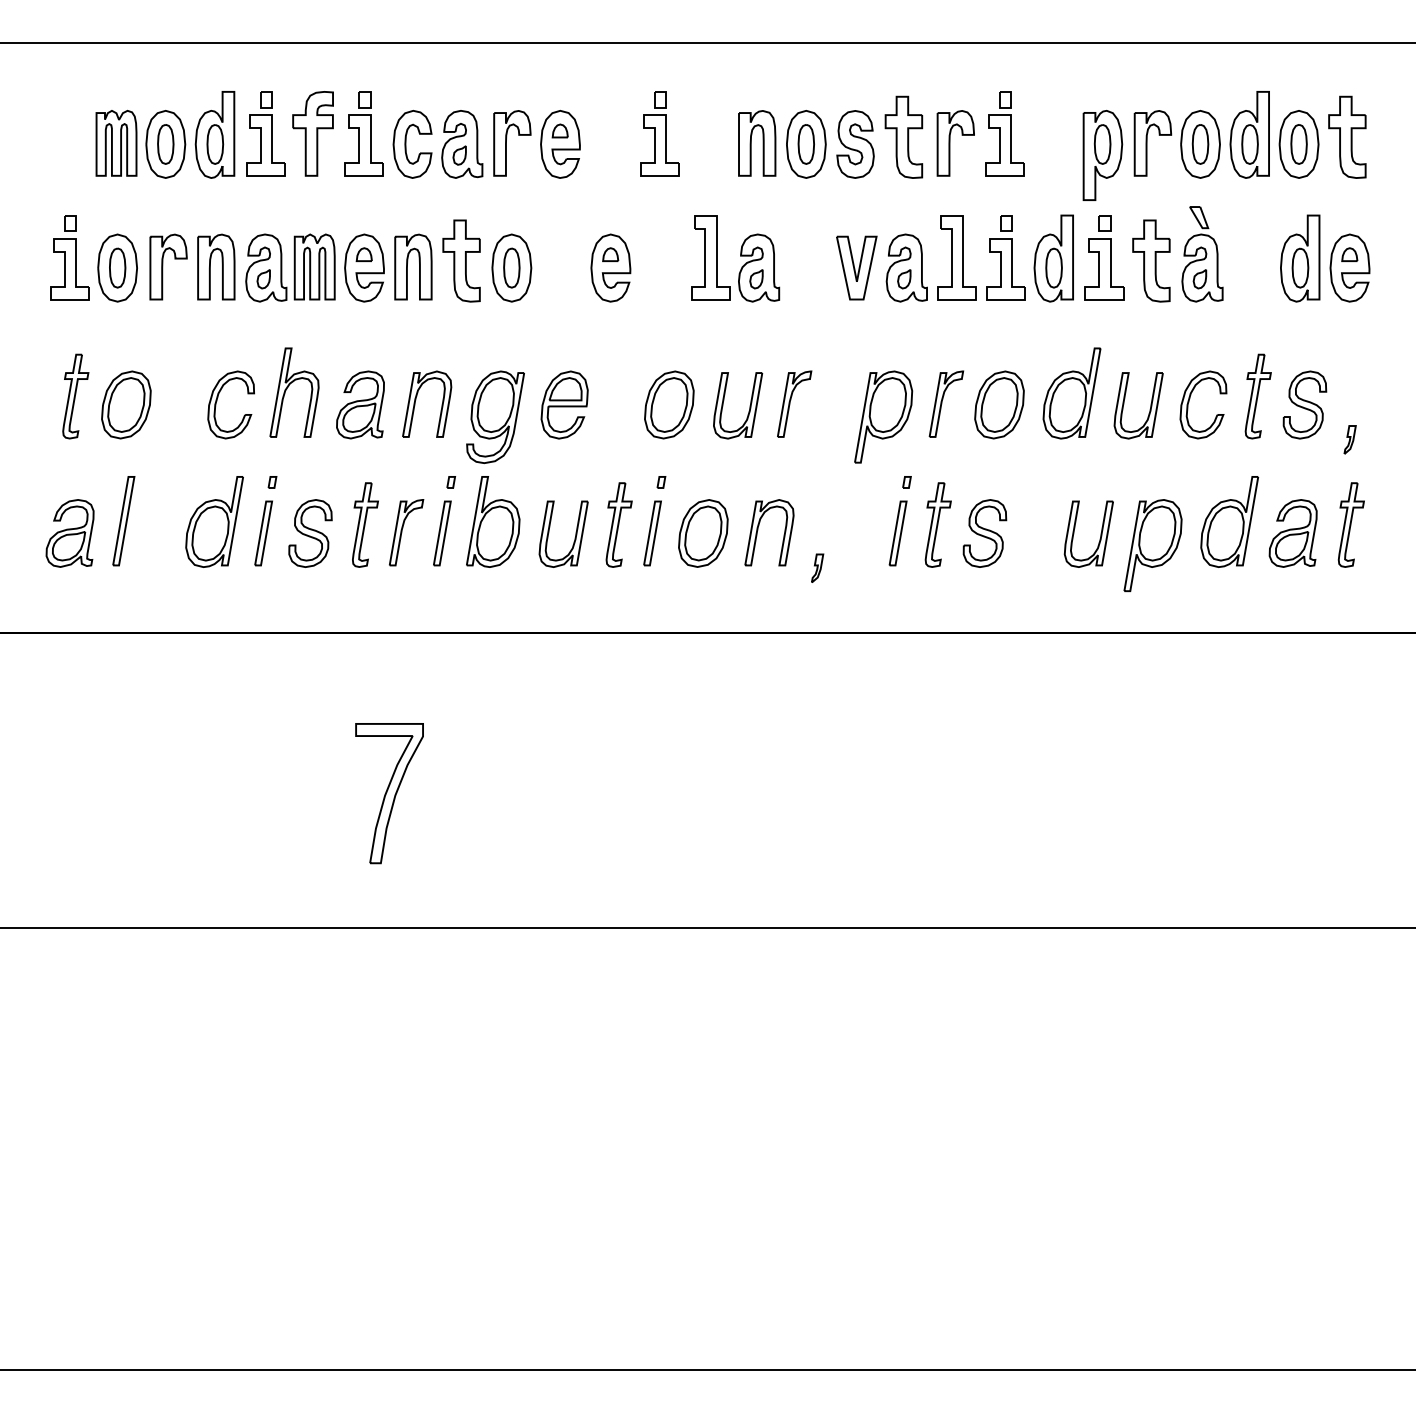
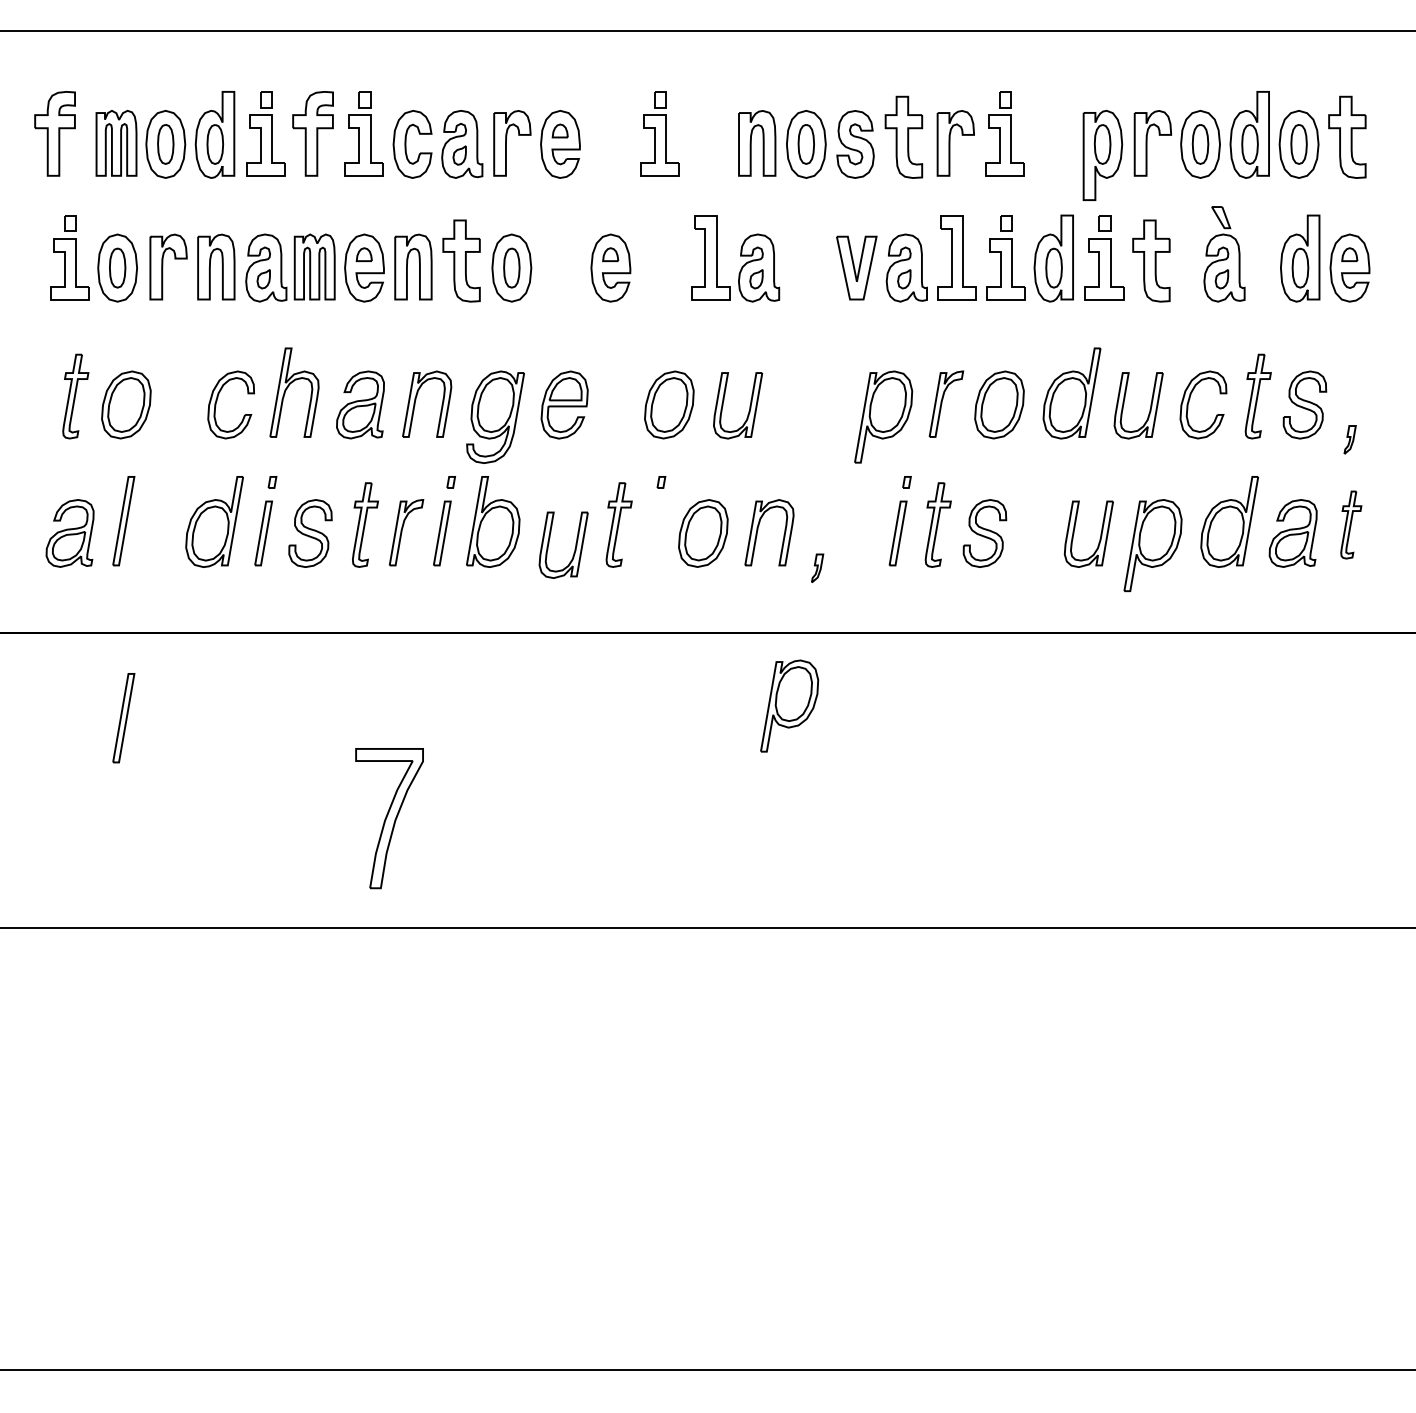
line at (707, 42) position: (707, 42) -> (707, 30)
part at (54, 133): none -> present
part at (1202, 254) position: (1202, 254) -> (1224, 254)
part at (794, 403): present -> none
part at (1350, 524) size: 28x86 px -> 23x70 px
part at (652, 533): present -> none
part at (574, 537) position: (574, 537) -> (574, 548)
part at (789, 705): none -> present
part at (123, 718): none -> present
part at (389, 793) position: (389, 793) -> (389, 818)
